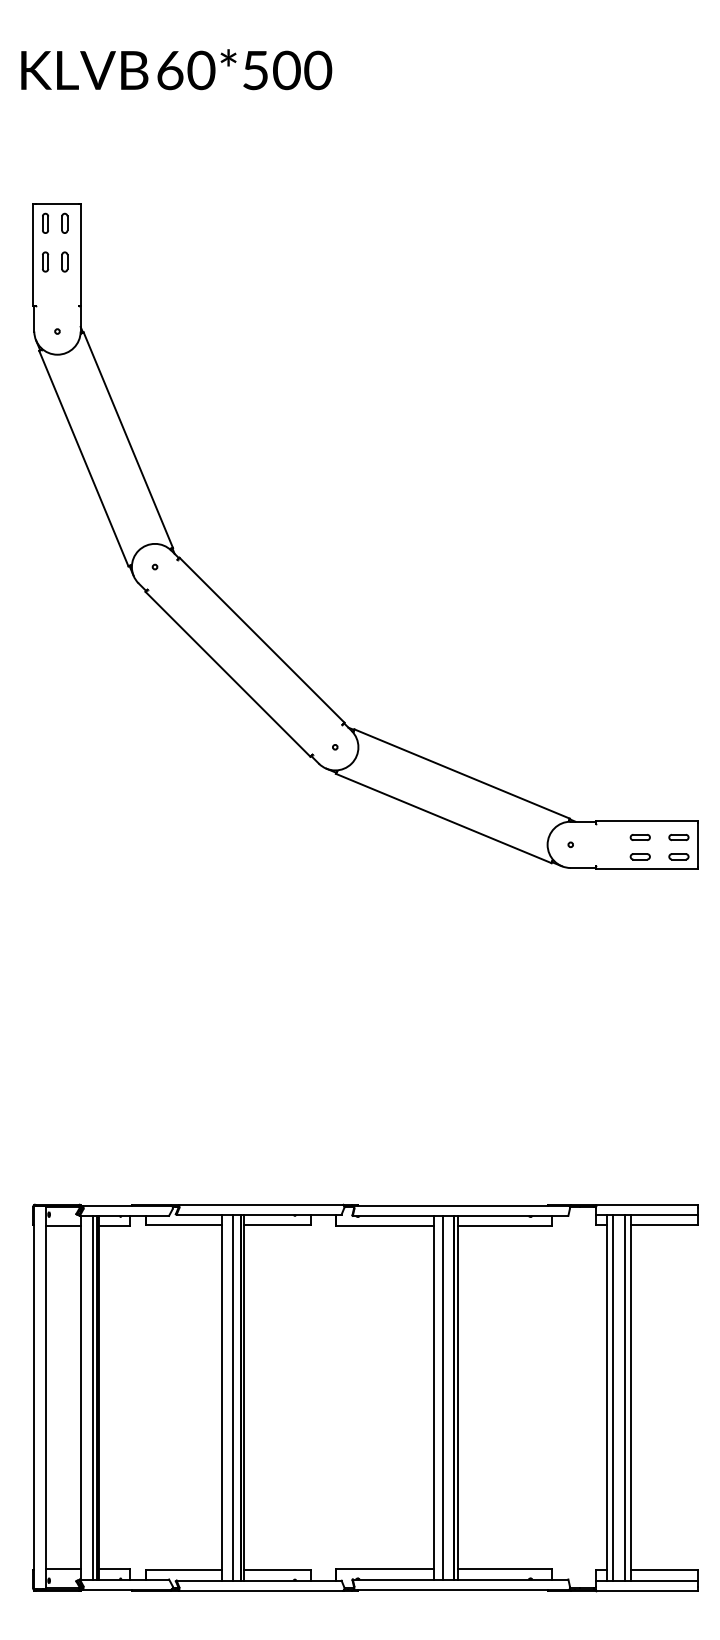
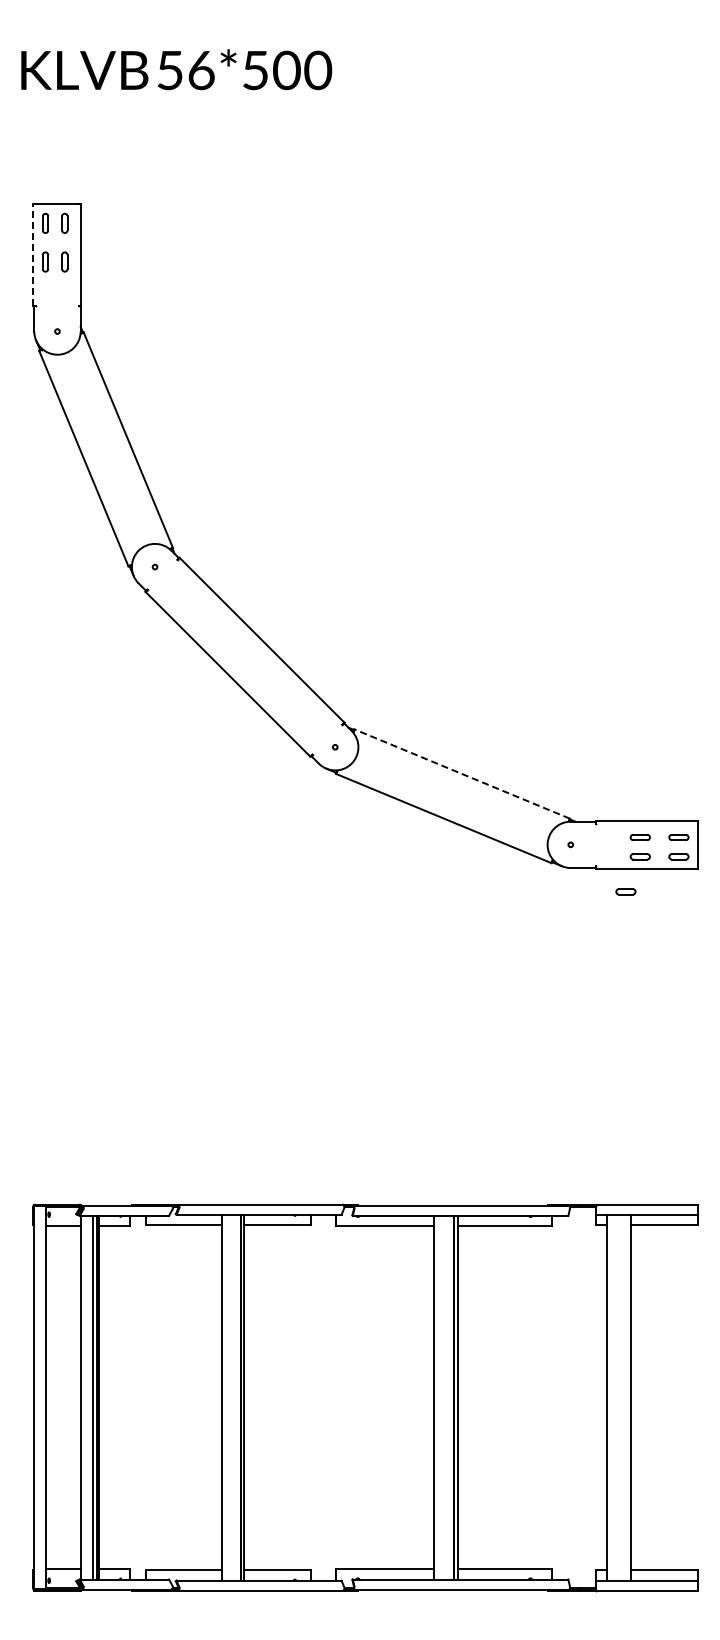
text at (186, 70): 60*500 -> 56*500
line at (33, 254): solid -> dashed
line at (462, 774): solid -> dashed
part at (625, 891): none -> present
line at (232, 1397): present -> none
line at (442, 1397): present -> none
line at (612, 1397): present -> none
line at (625, 1397): present -> none
